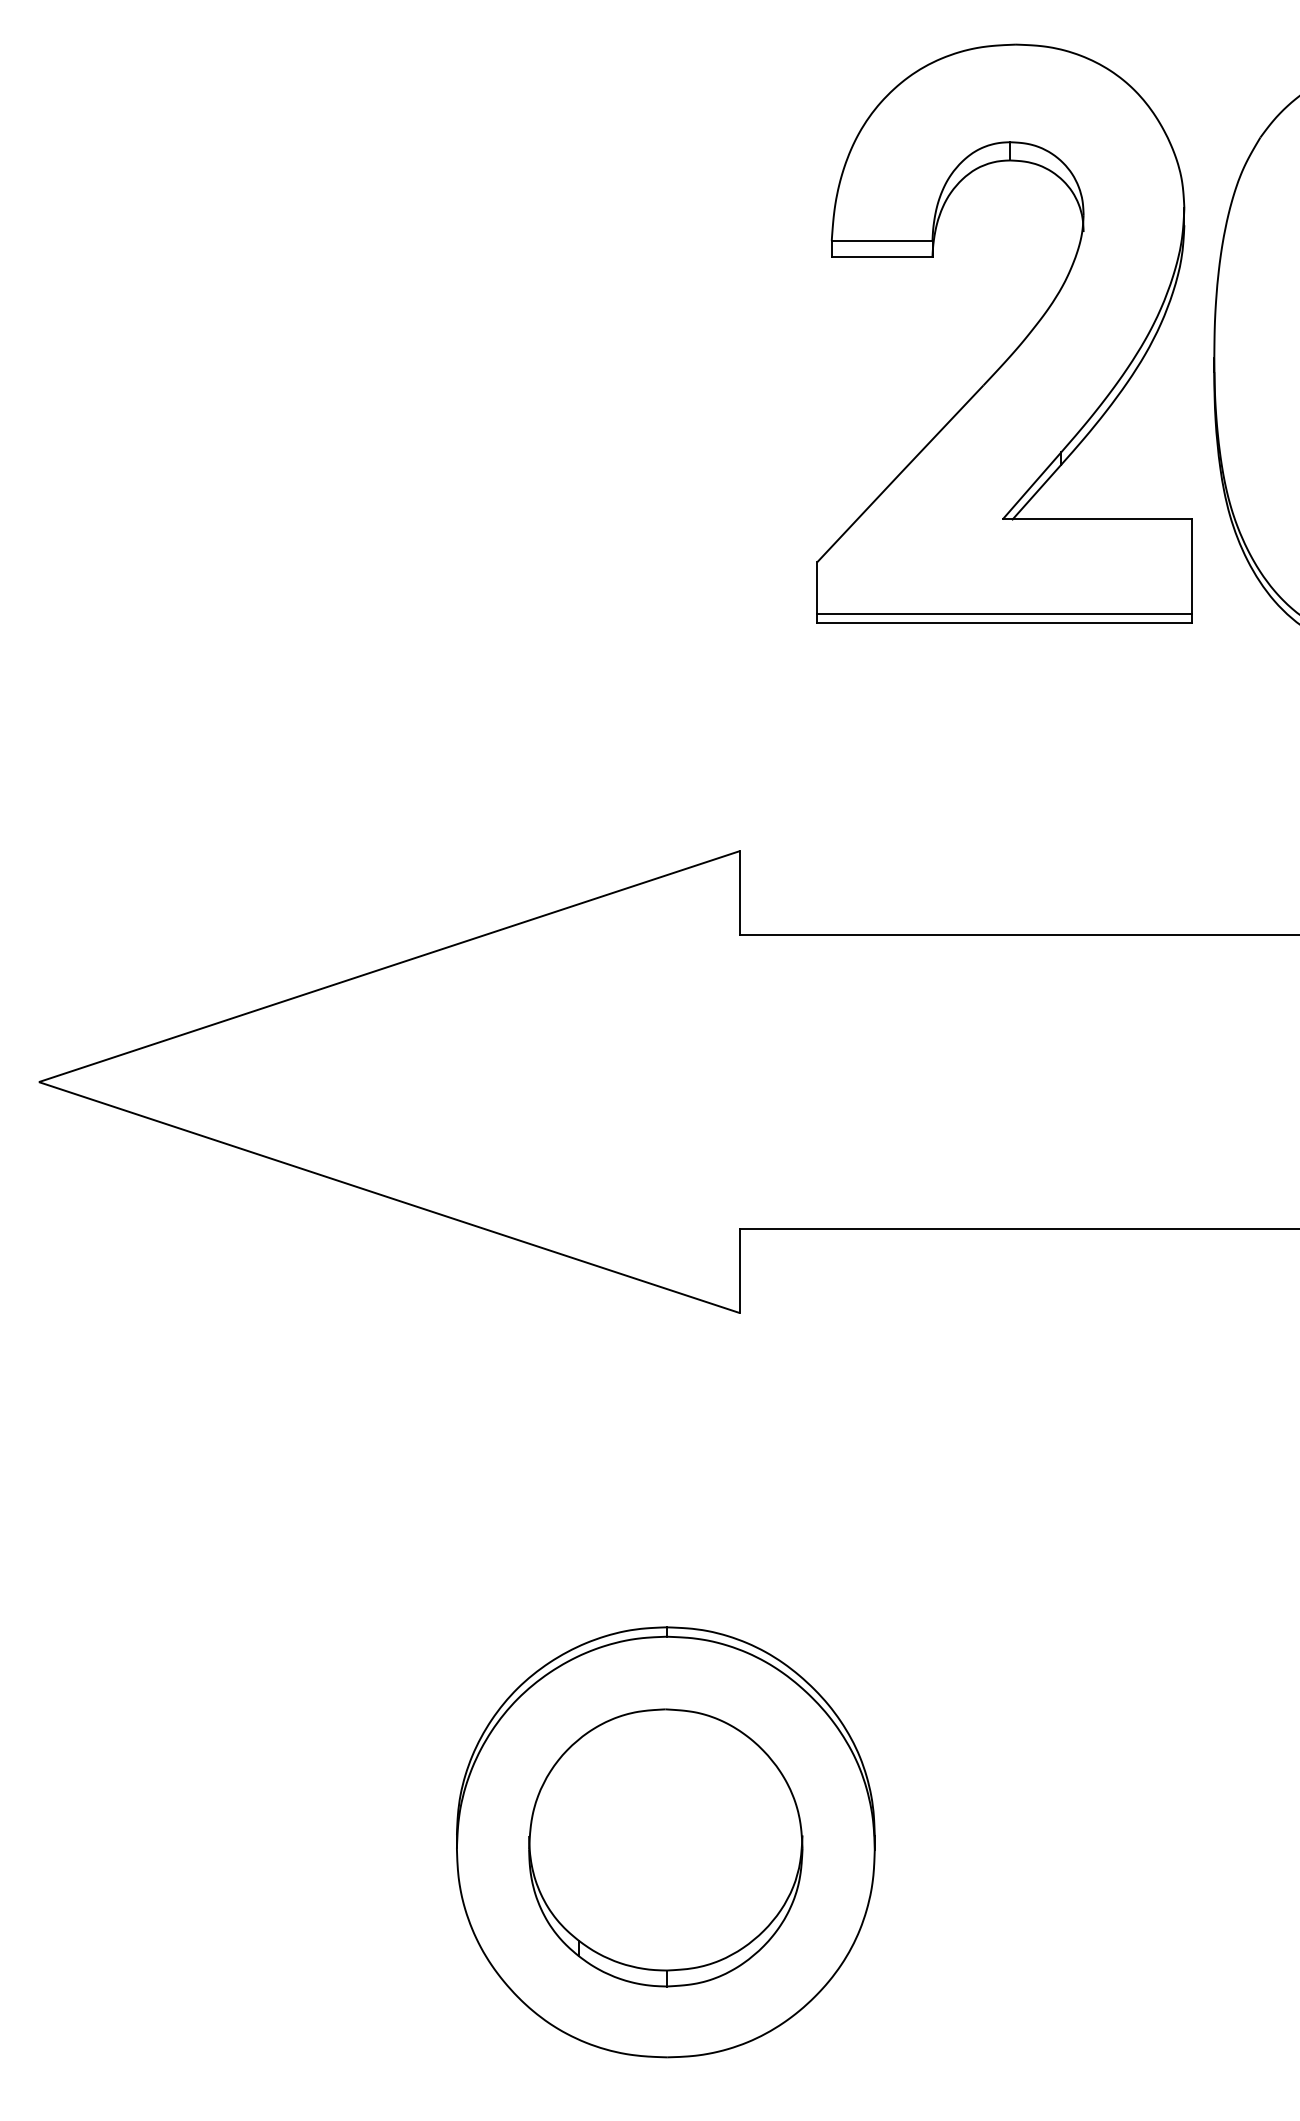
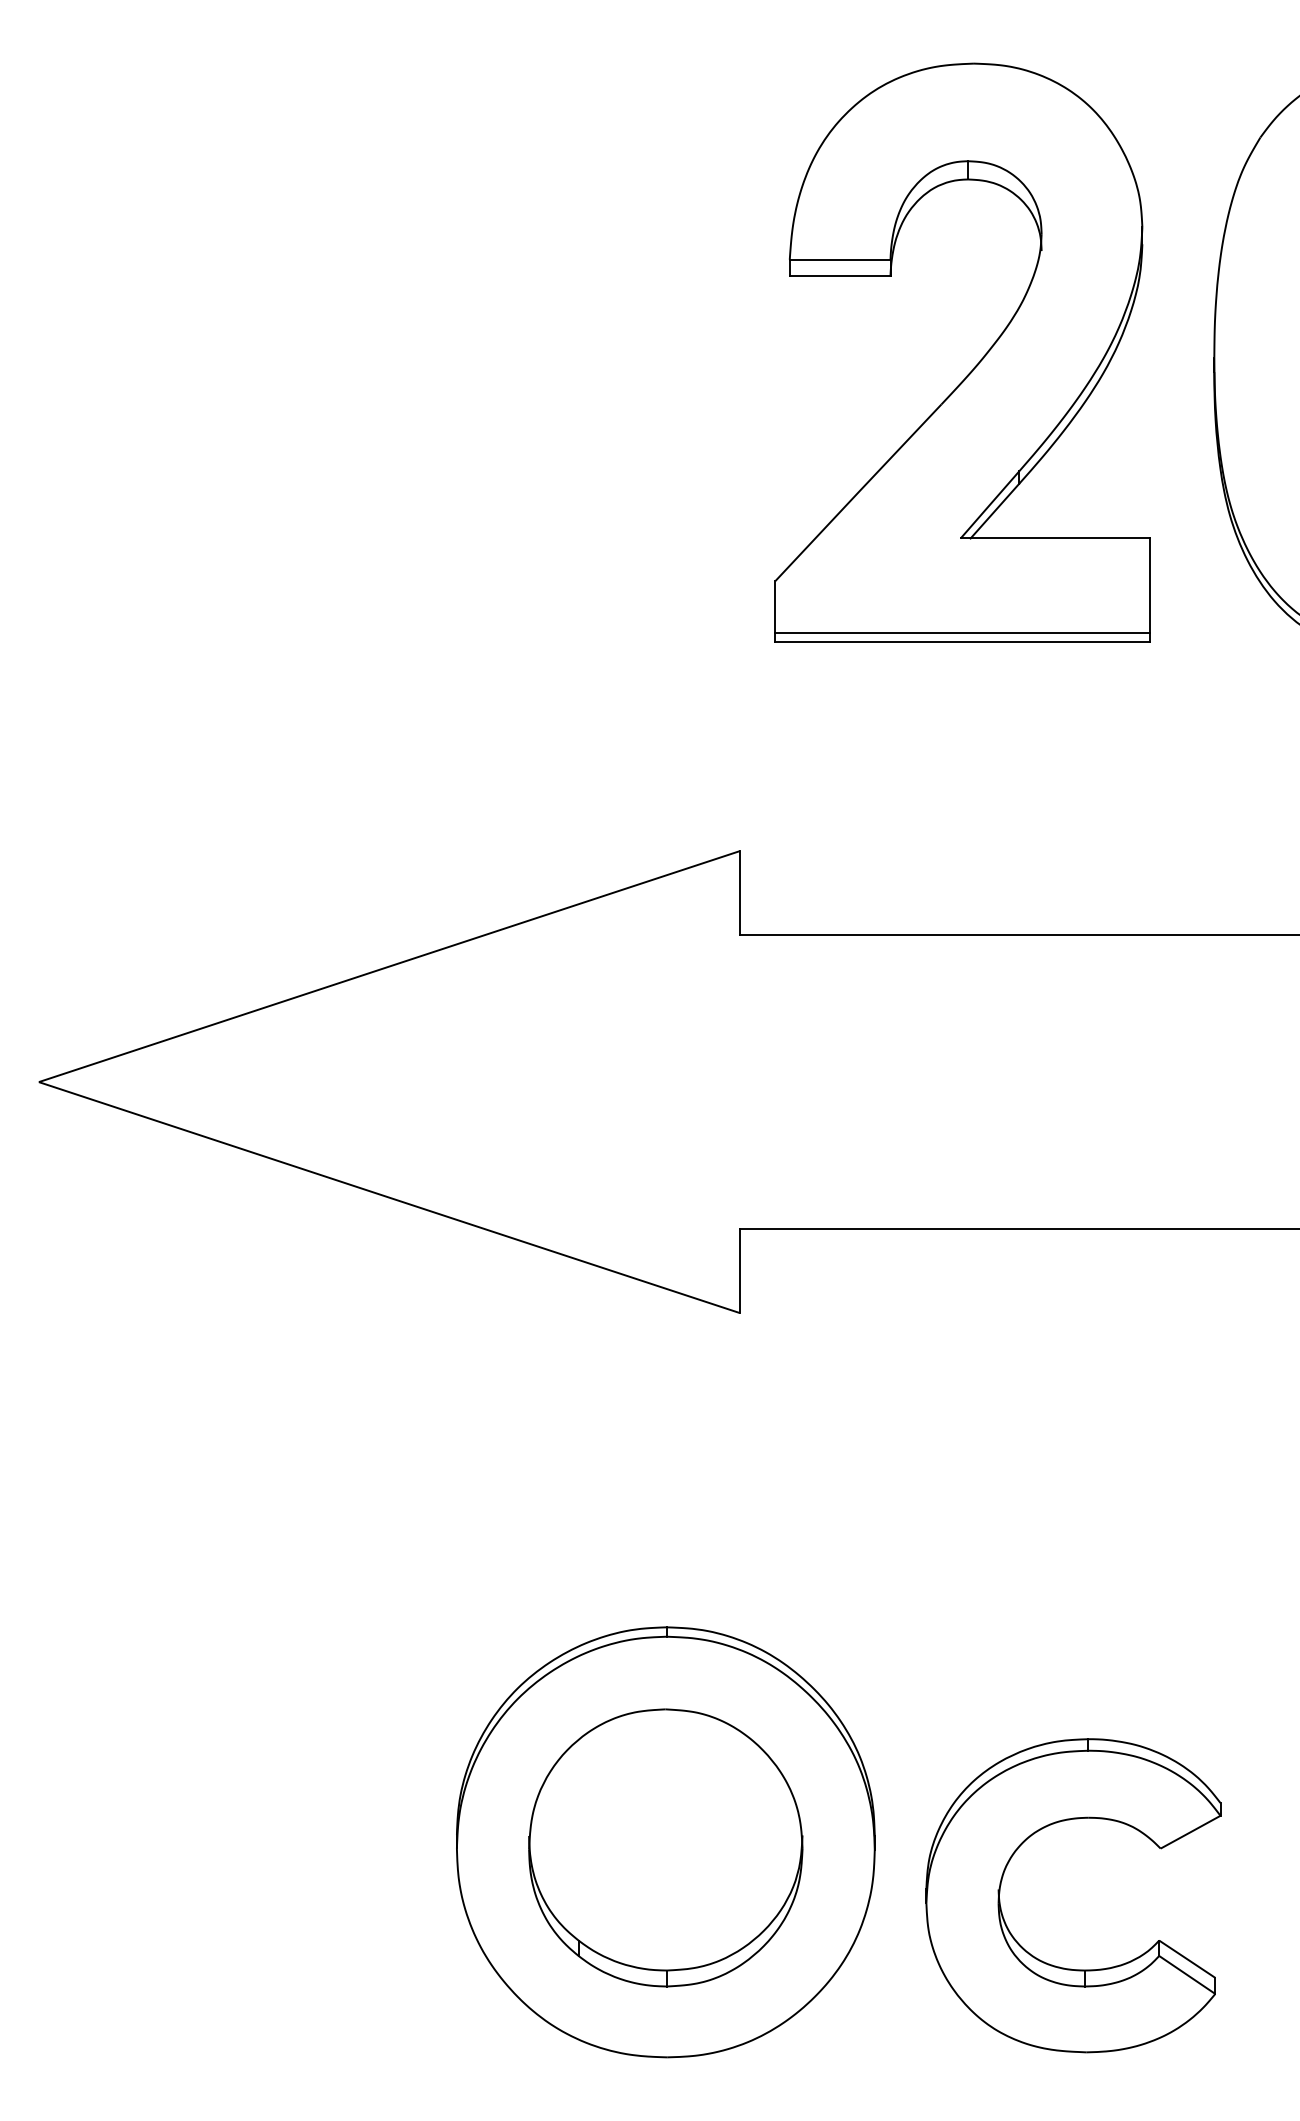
part at (1017, 346) position: (1017, 346) -> (975, 365)
part at (1017, 1850): none -> present
